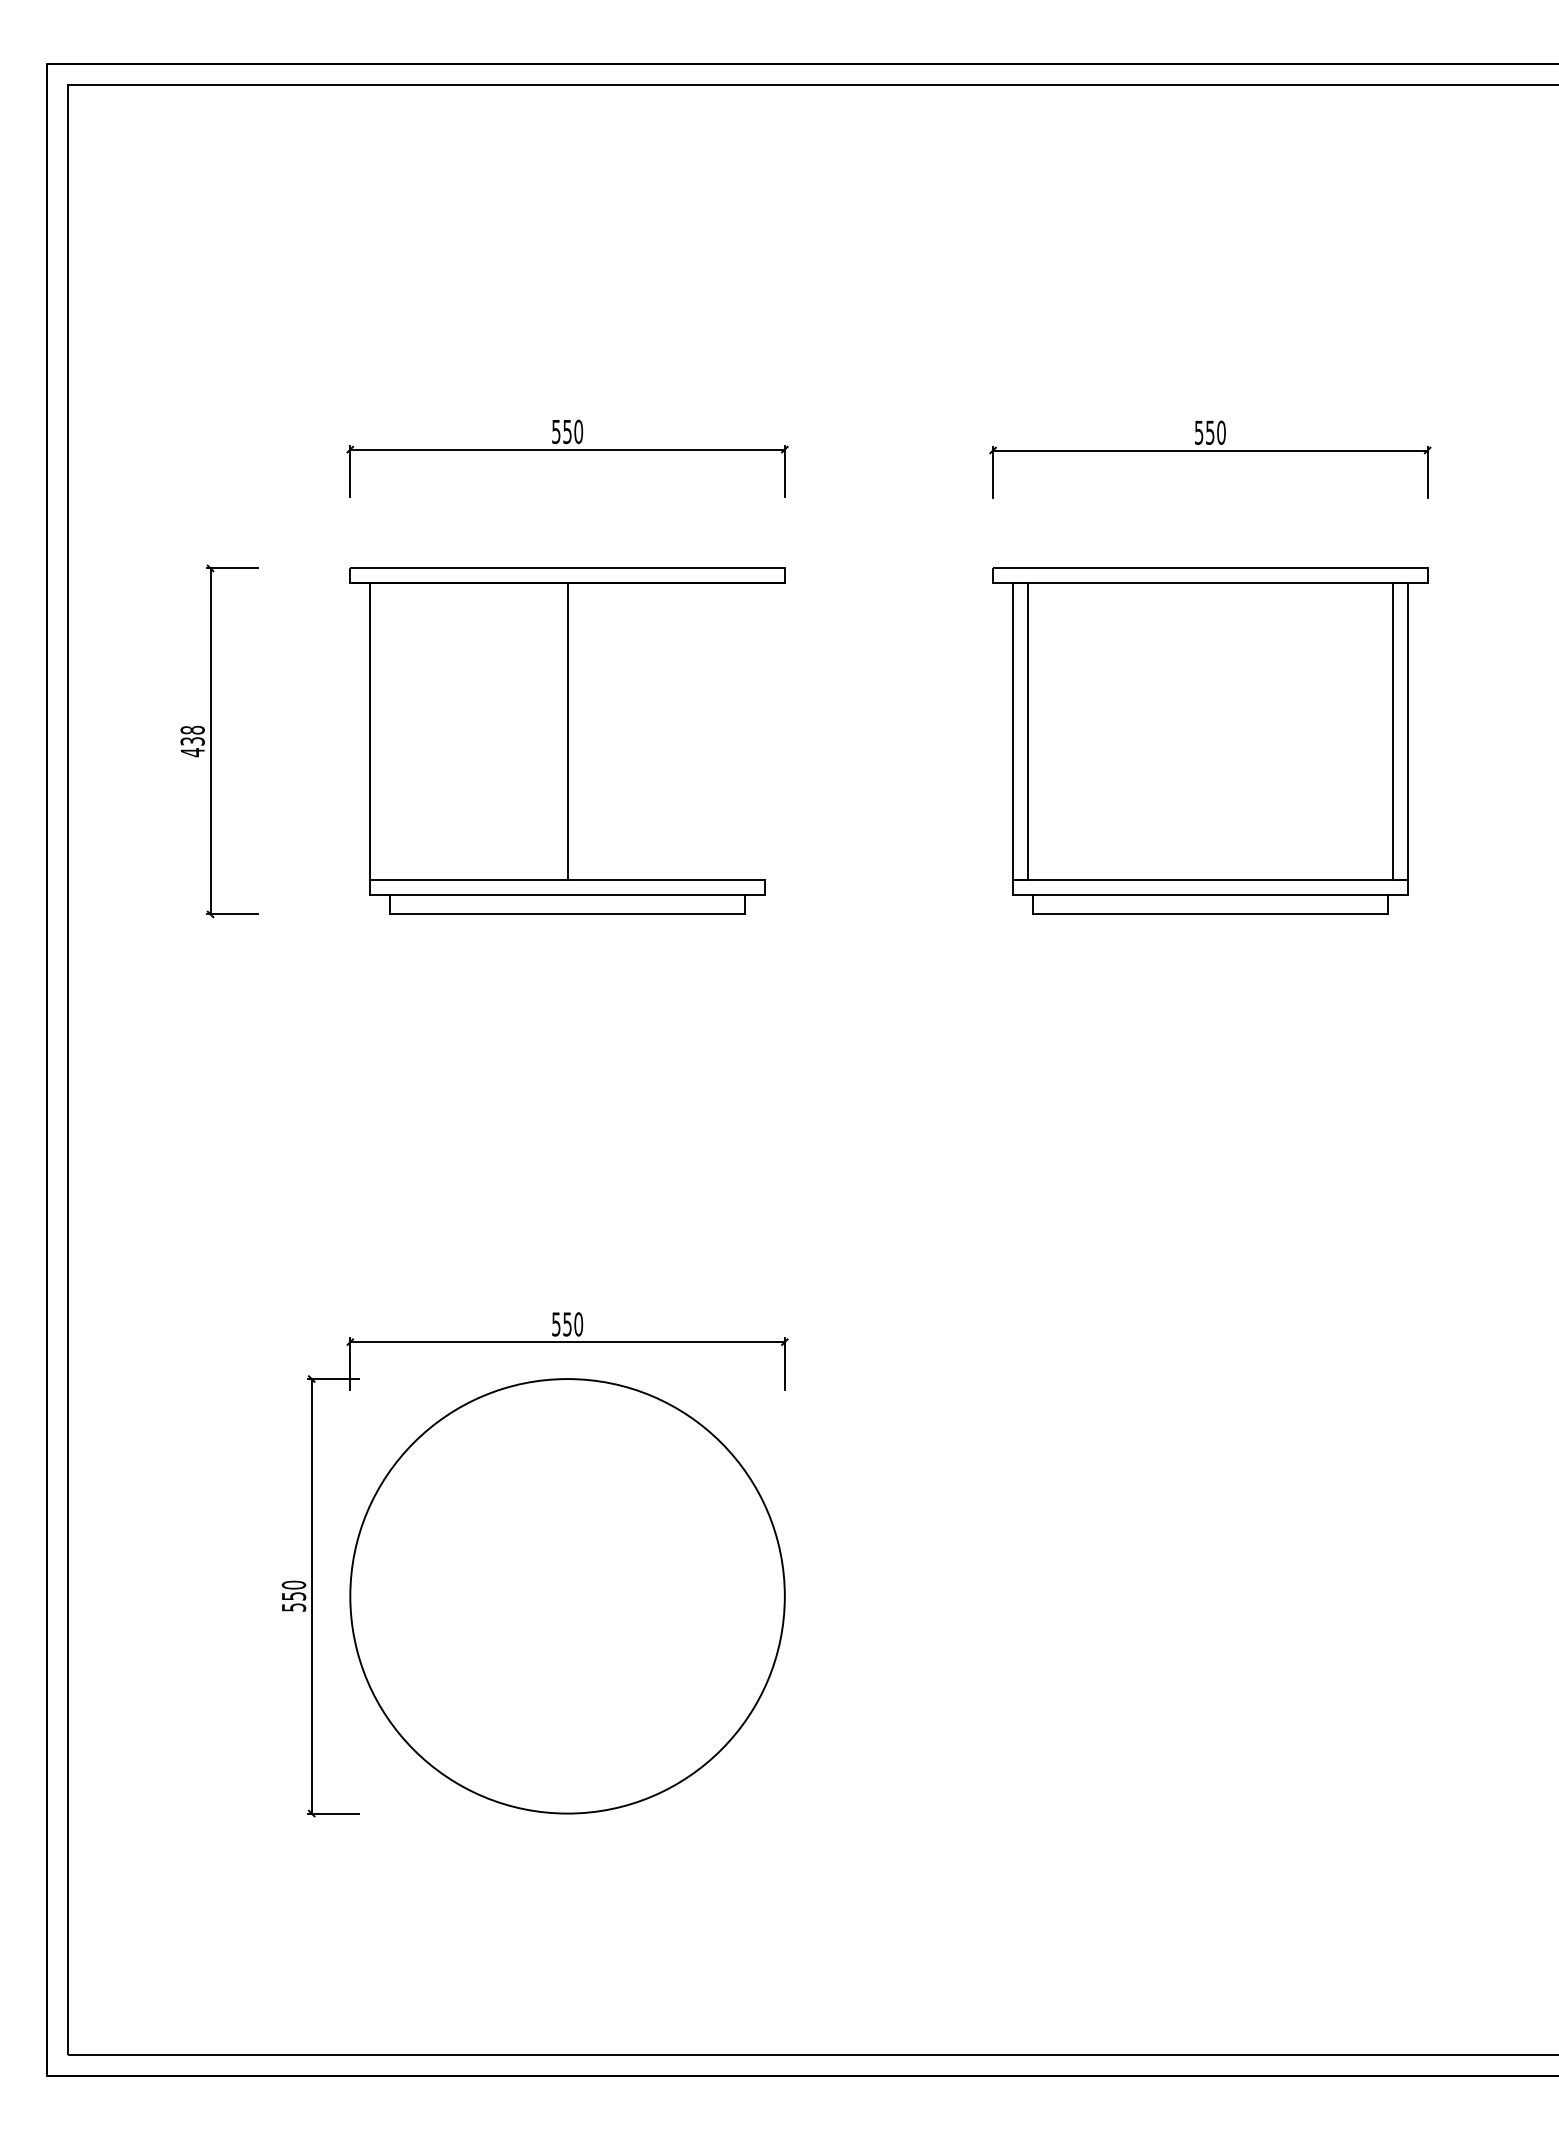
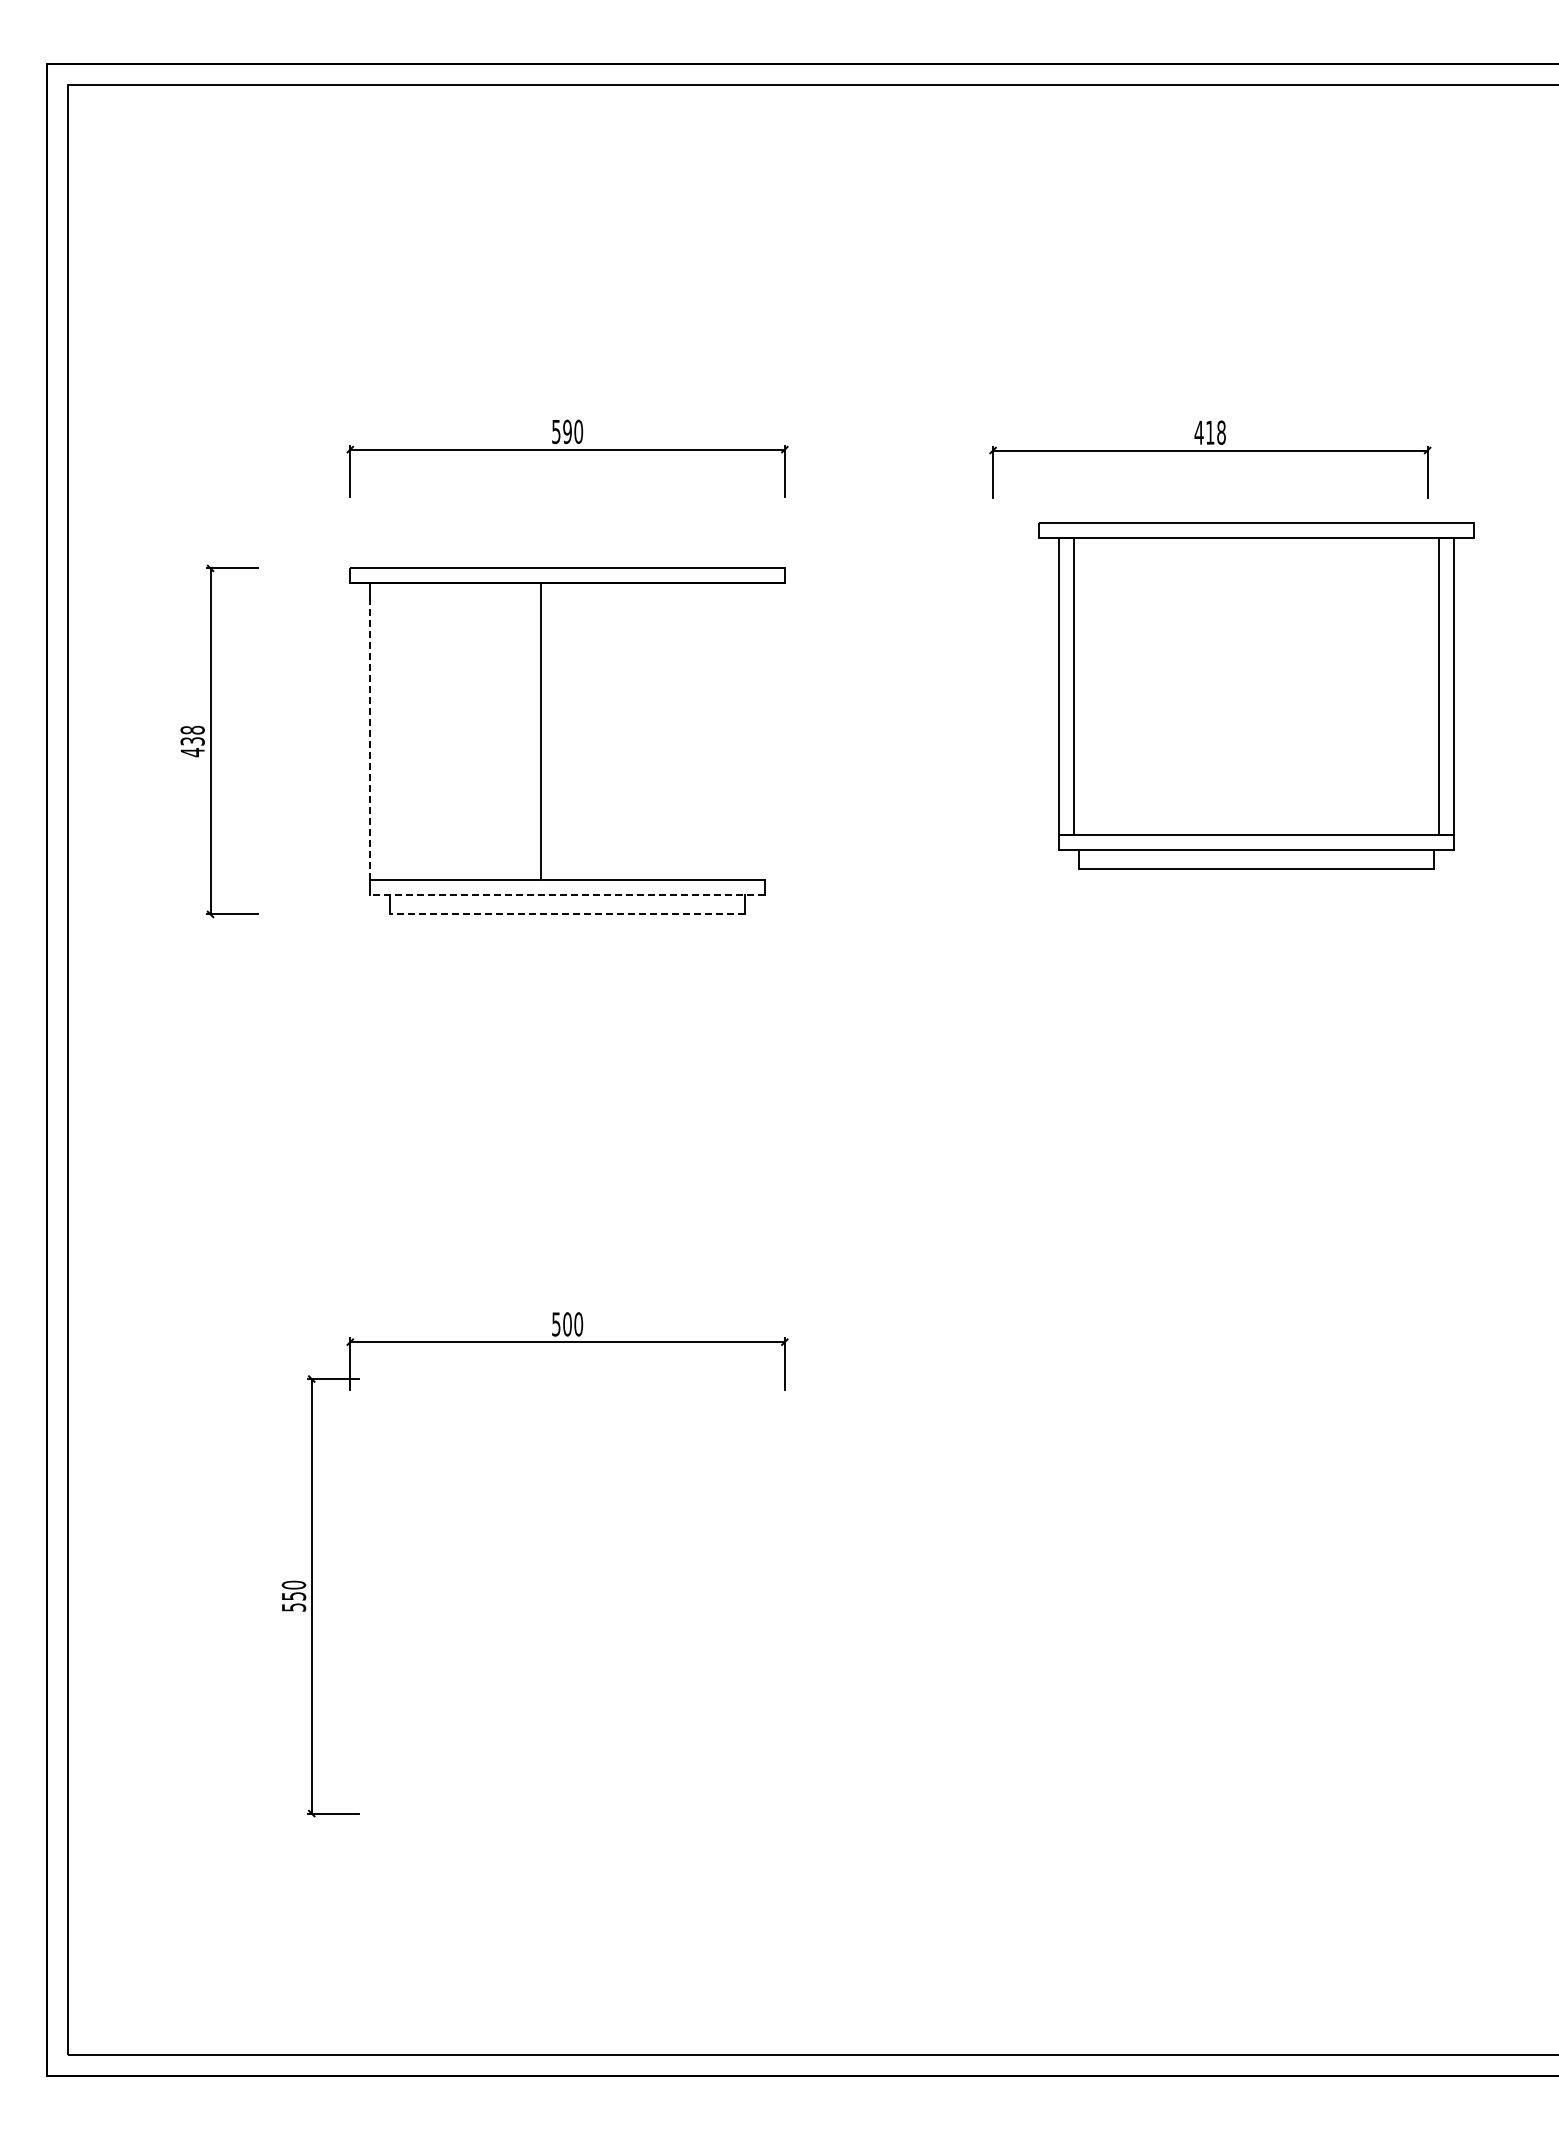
text at (567, 431): 550 -> 590
text at (1209, 432): 550 -> 418
line at (567, 731) position: (567, 731) -> (540, 731)
line at (370, 739): solid -> dashed
part at (1210, 740) position: (1210, 740) -> (1256, 695)
line at (567, 894): solid -> dashed
line at (567, 914): solid -> dashed
text at (567, 1324): 550 -> 500
circle at (567, 1596): present -> none
